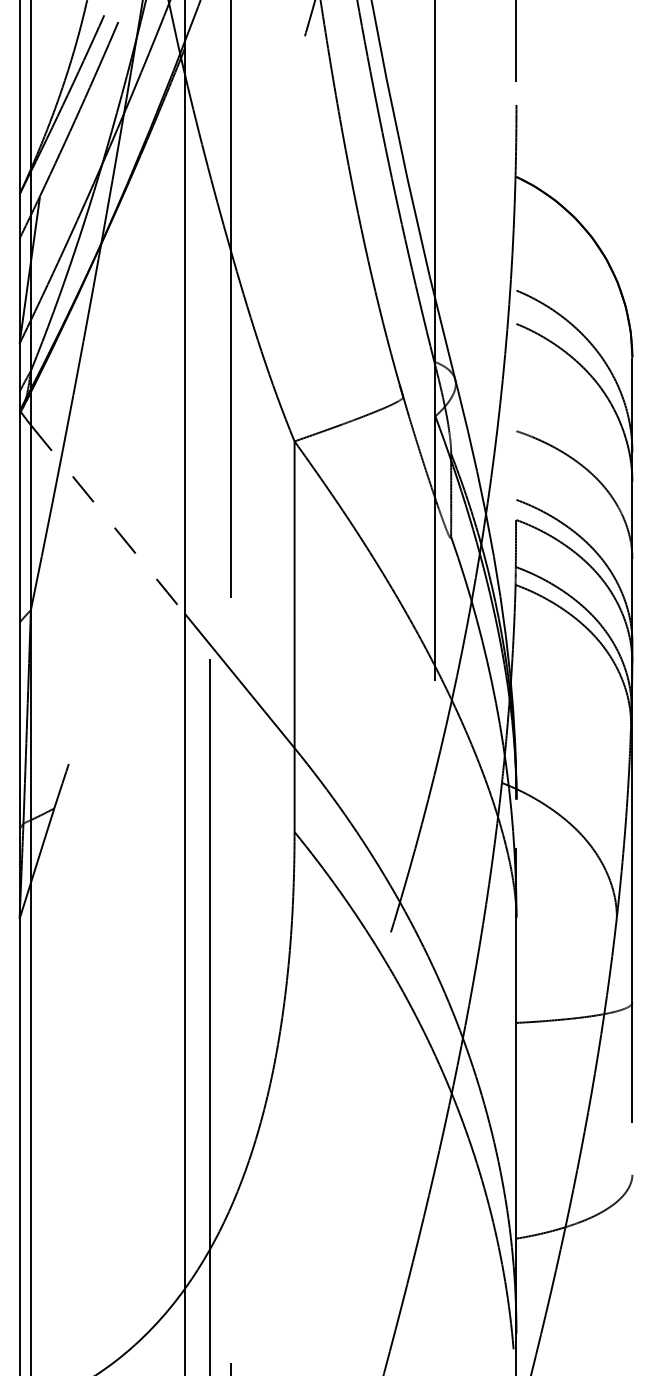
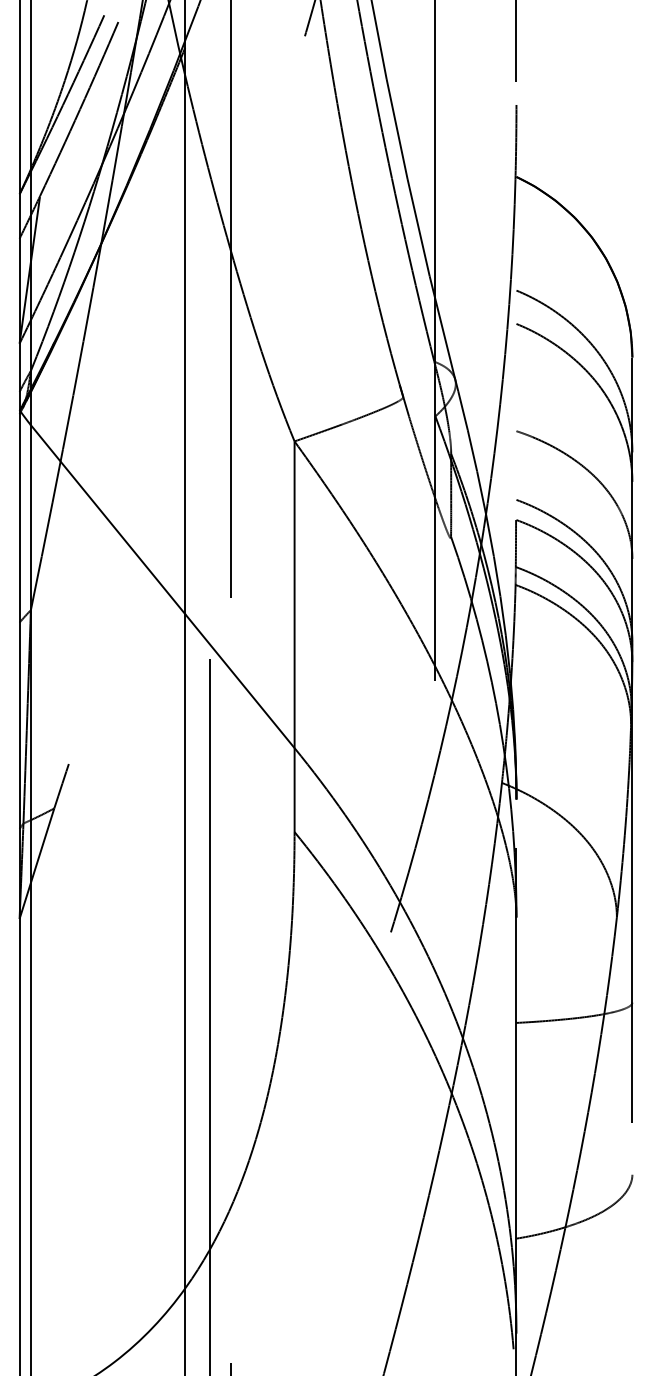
line at (108, 520): dashed -> solid
